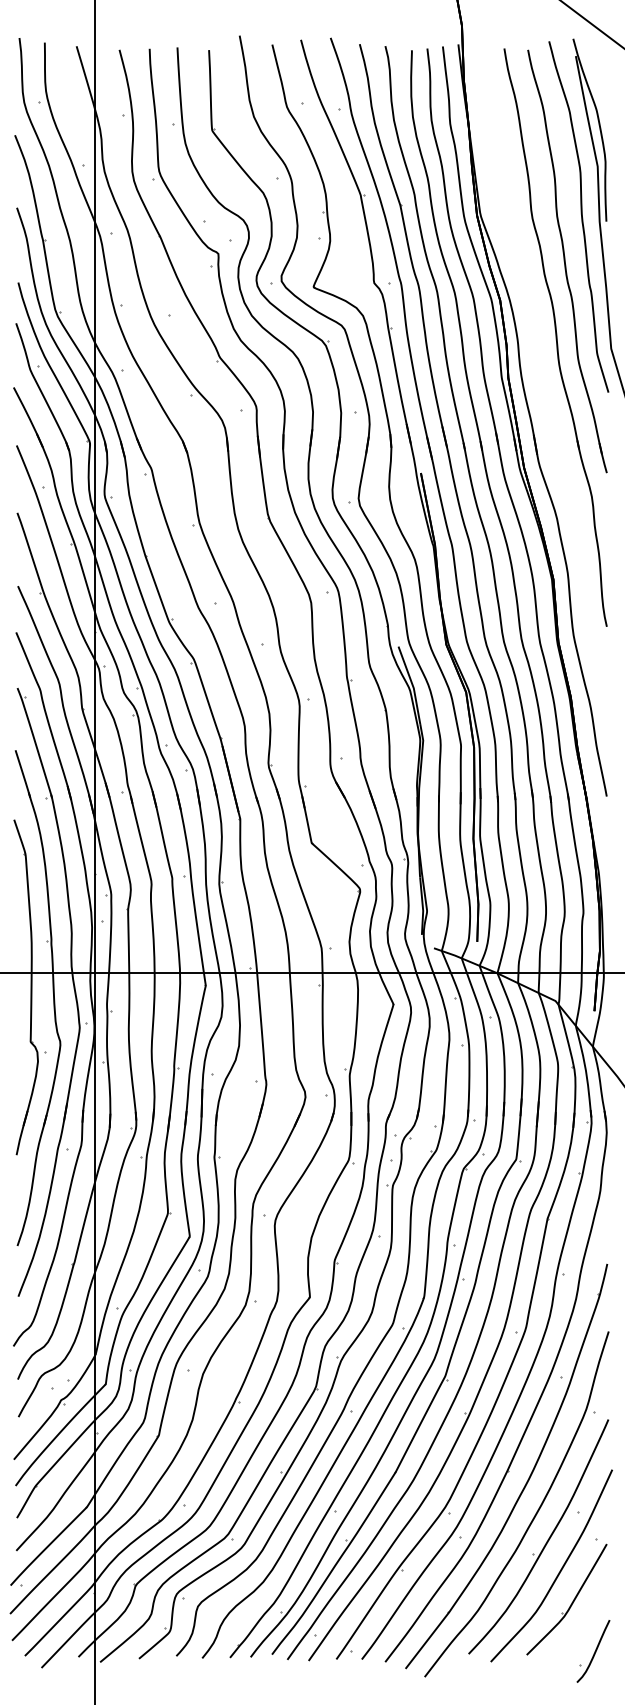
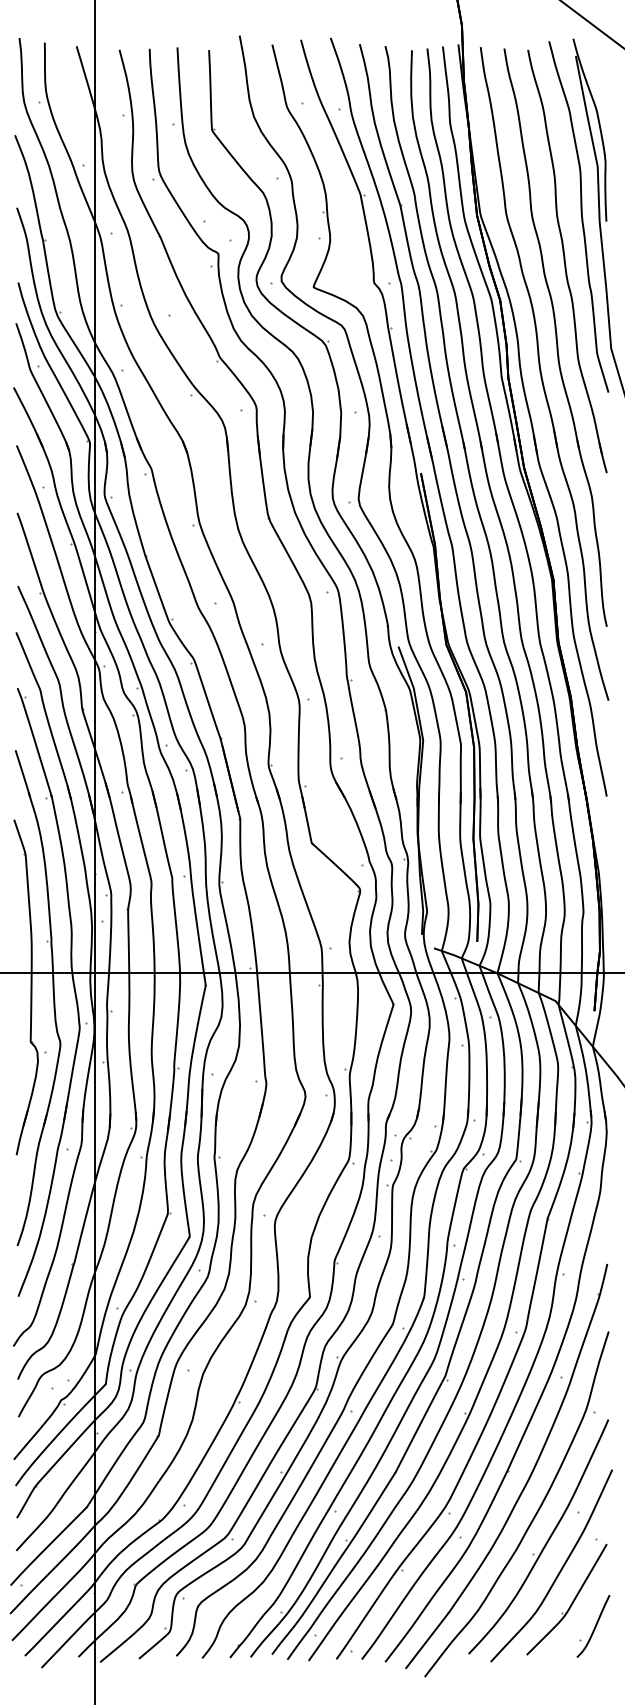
part at (544, 373): none -> present
part at (593, 1651) position: (593, 1651) -> (593, 1626)
